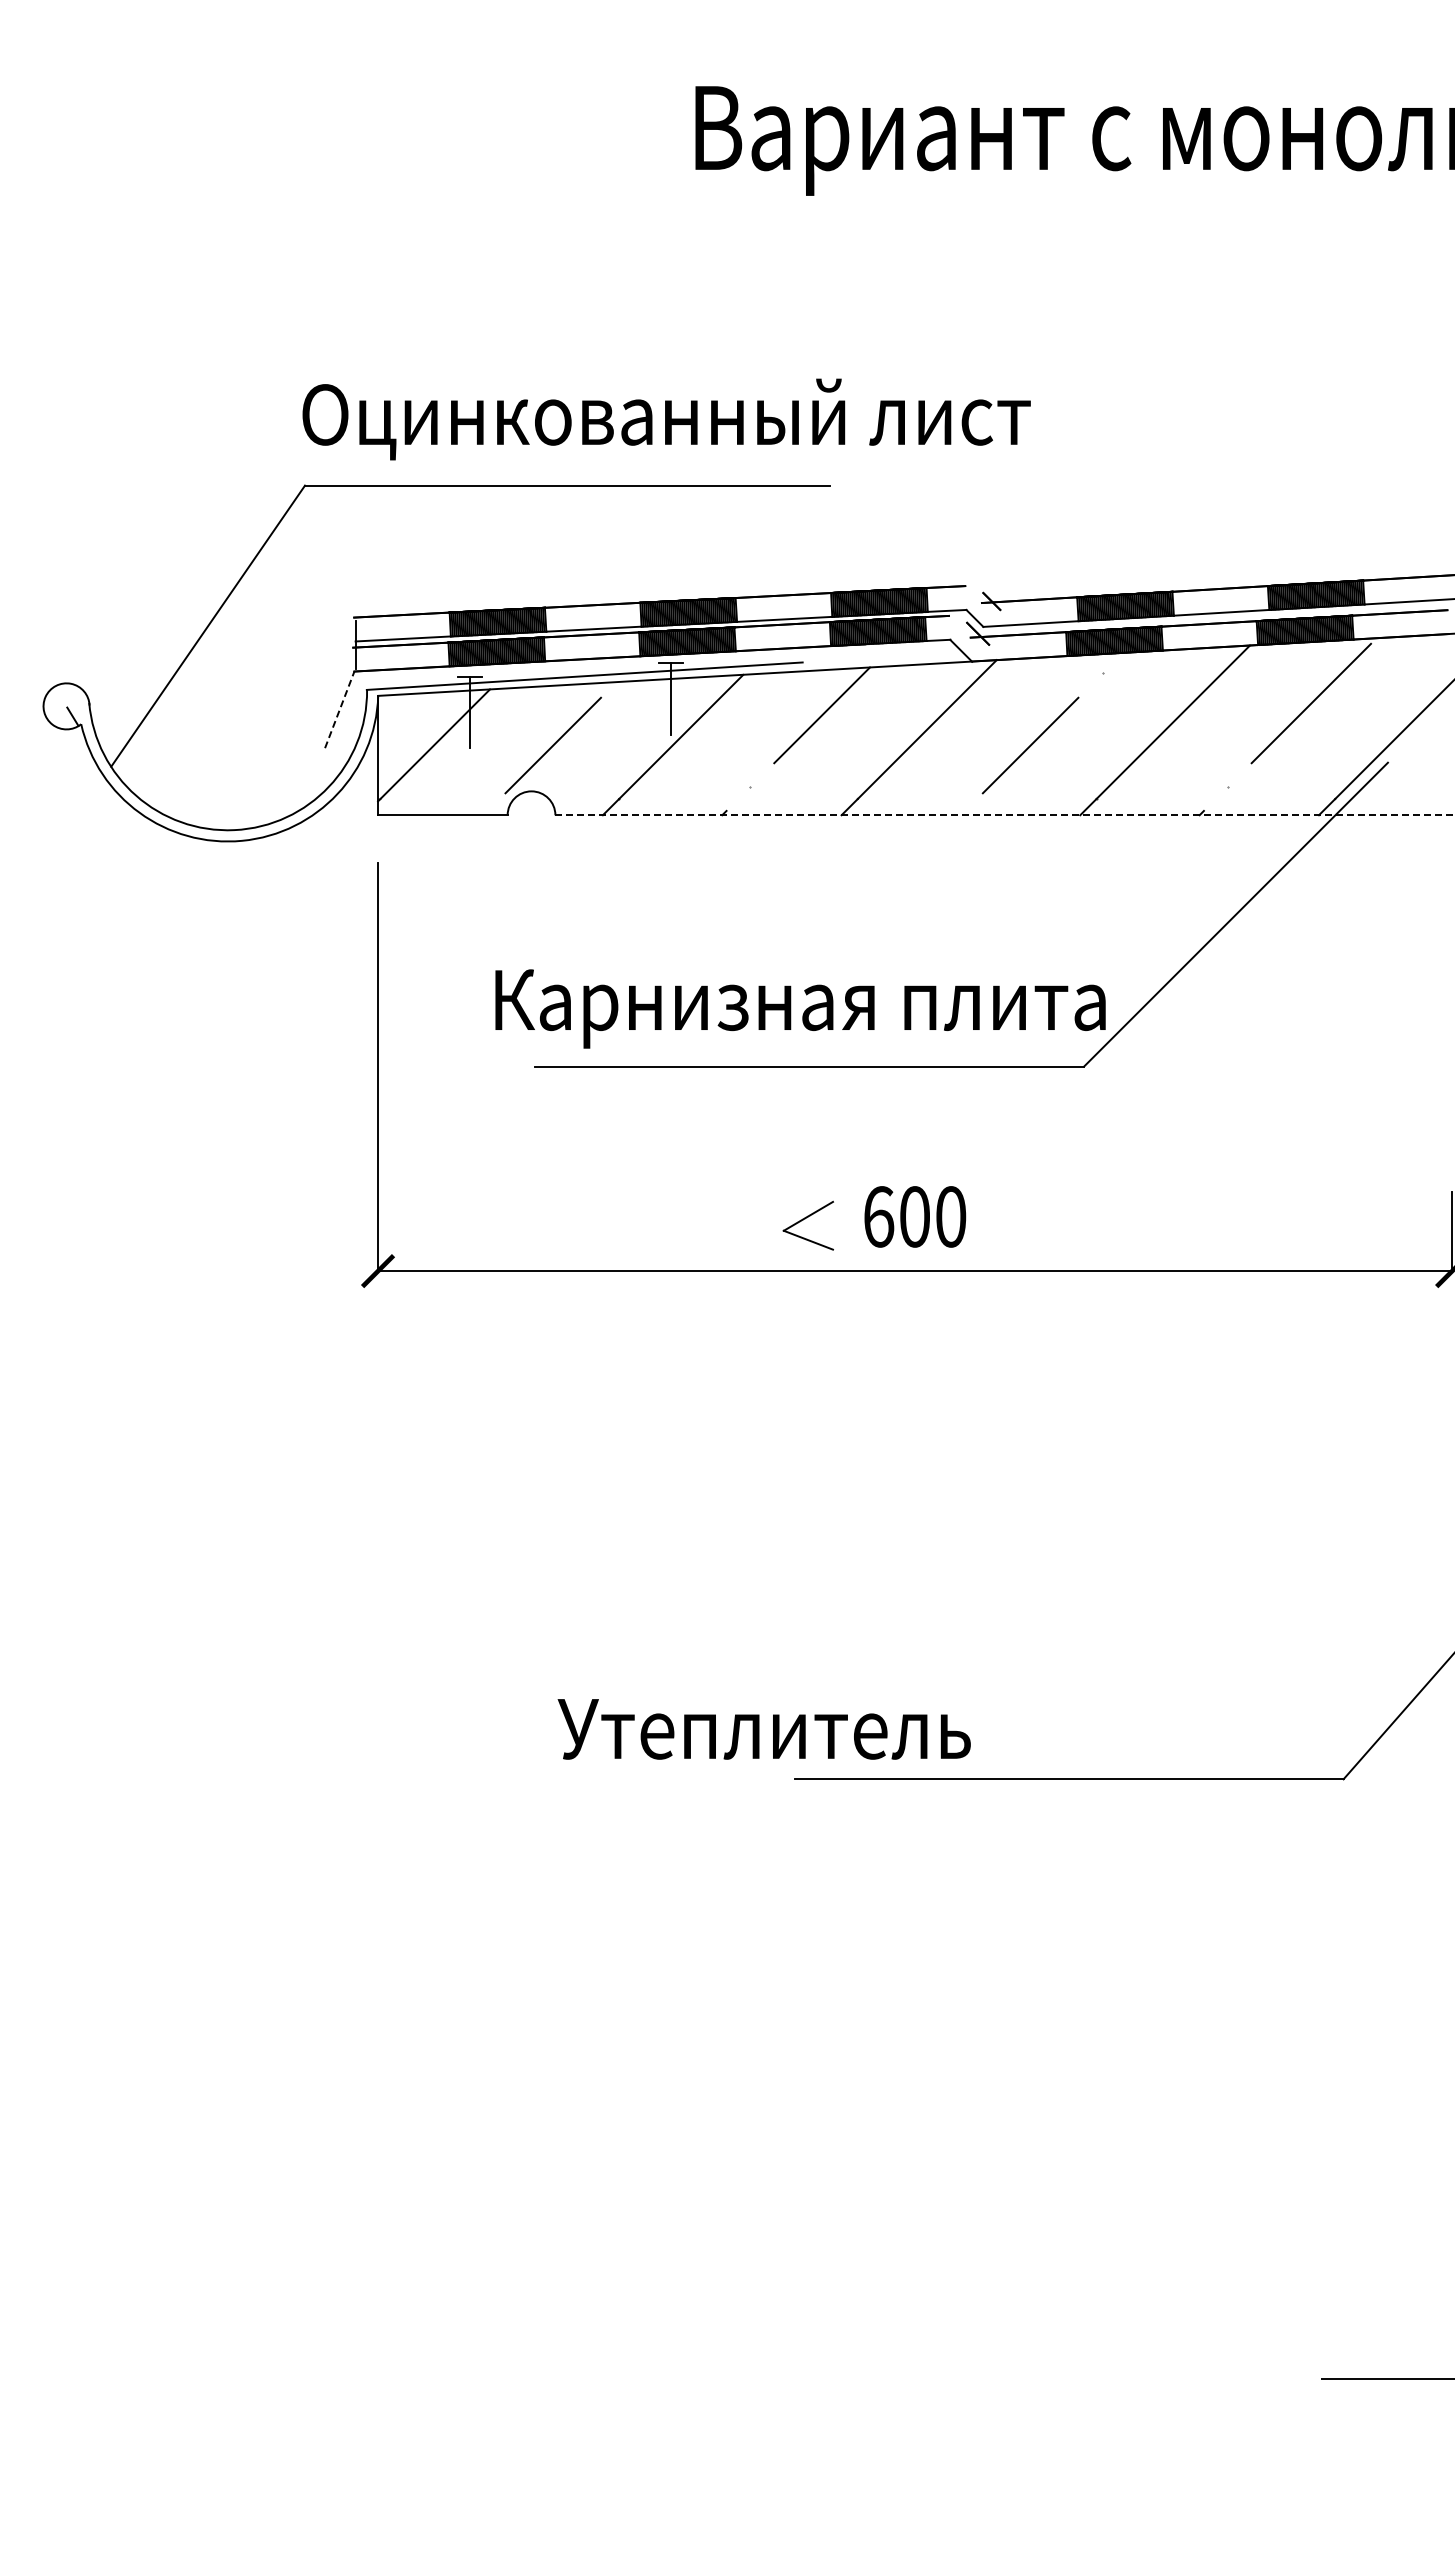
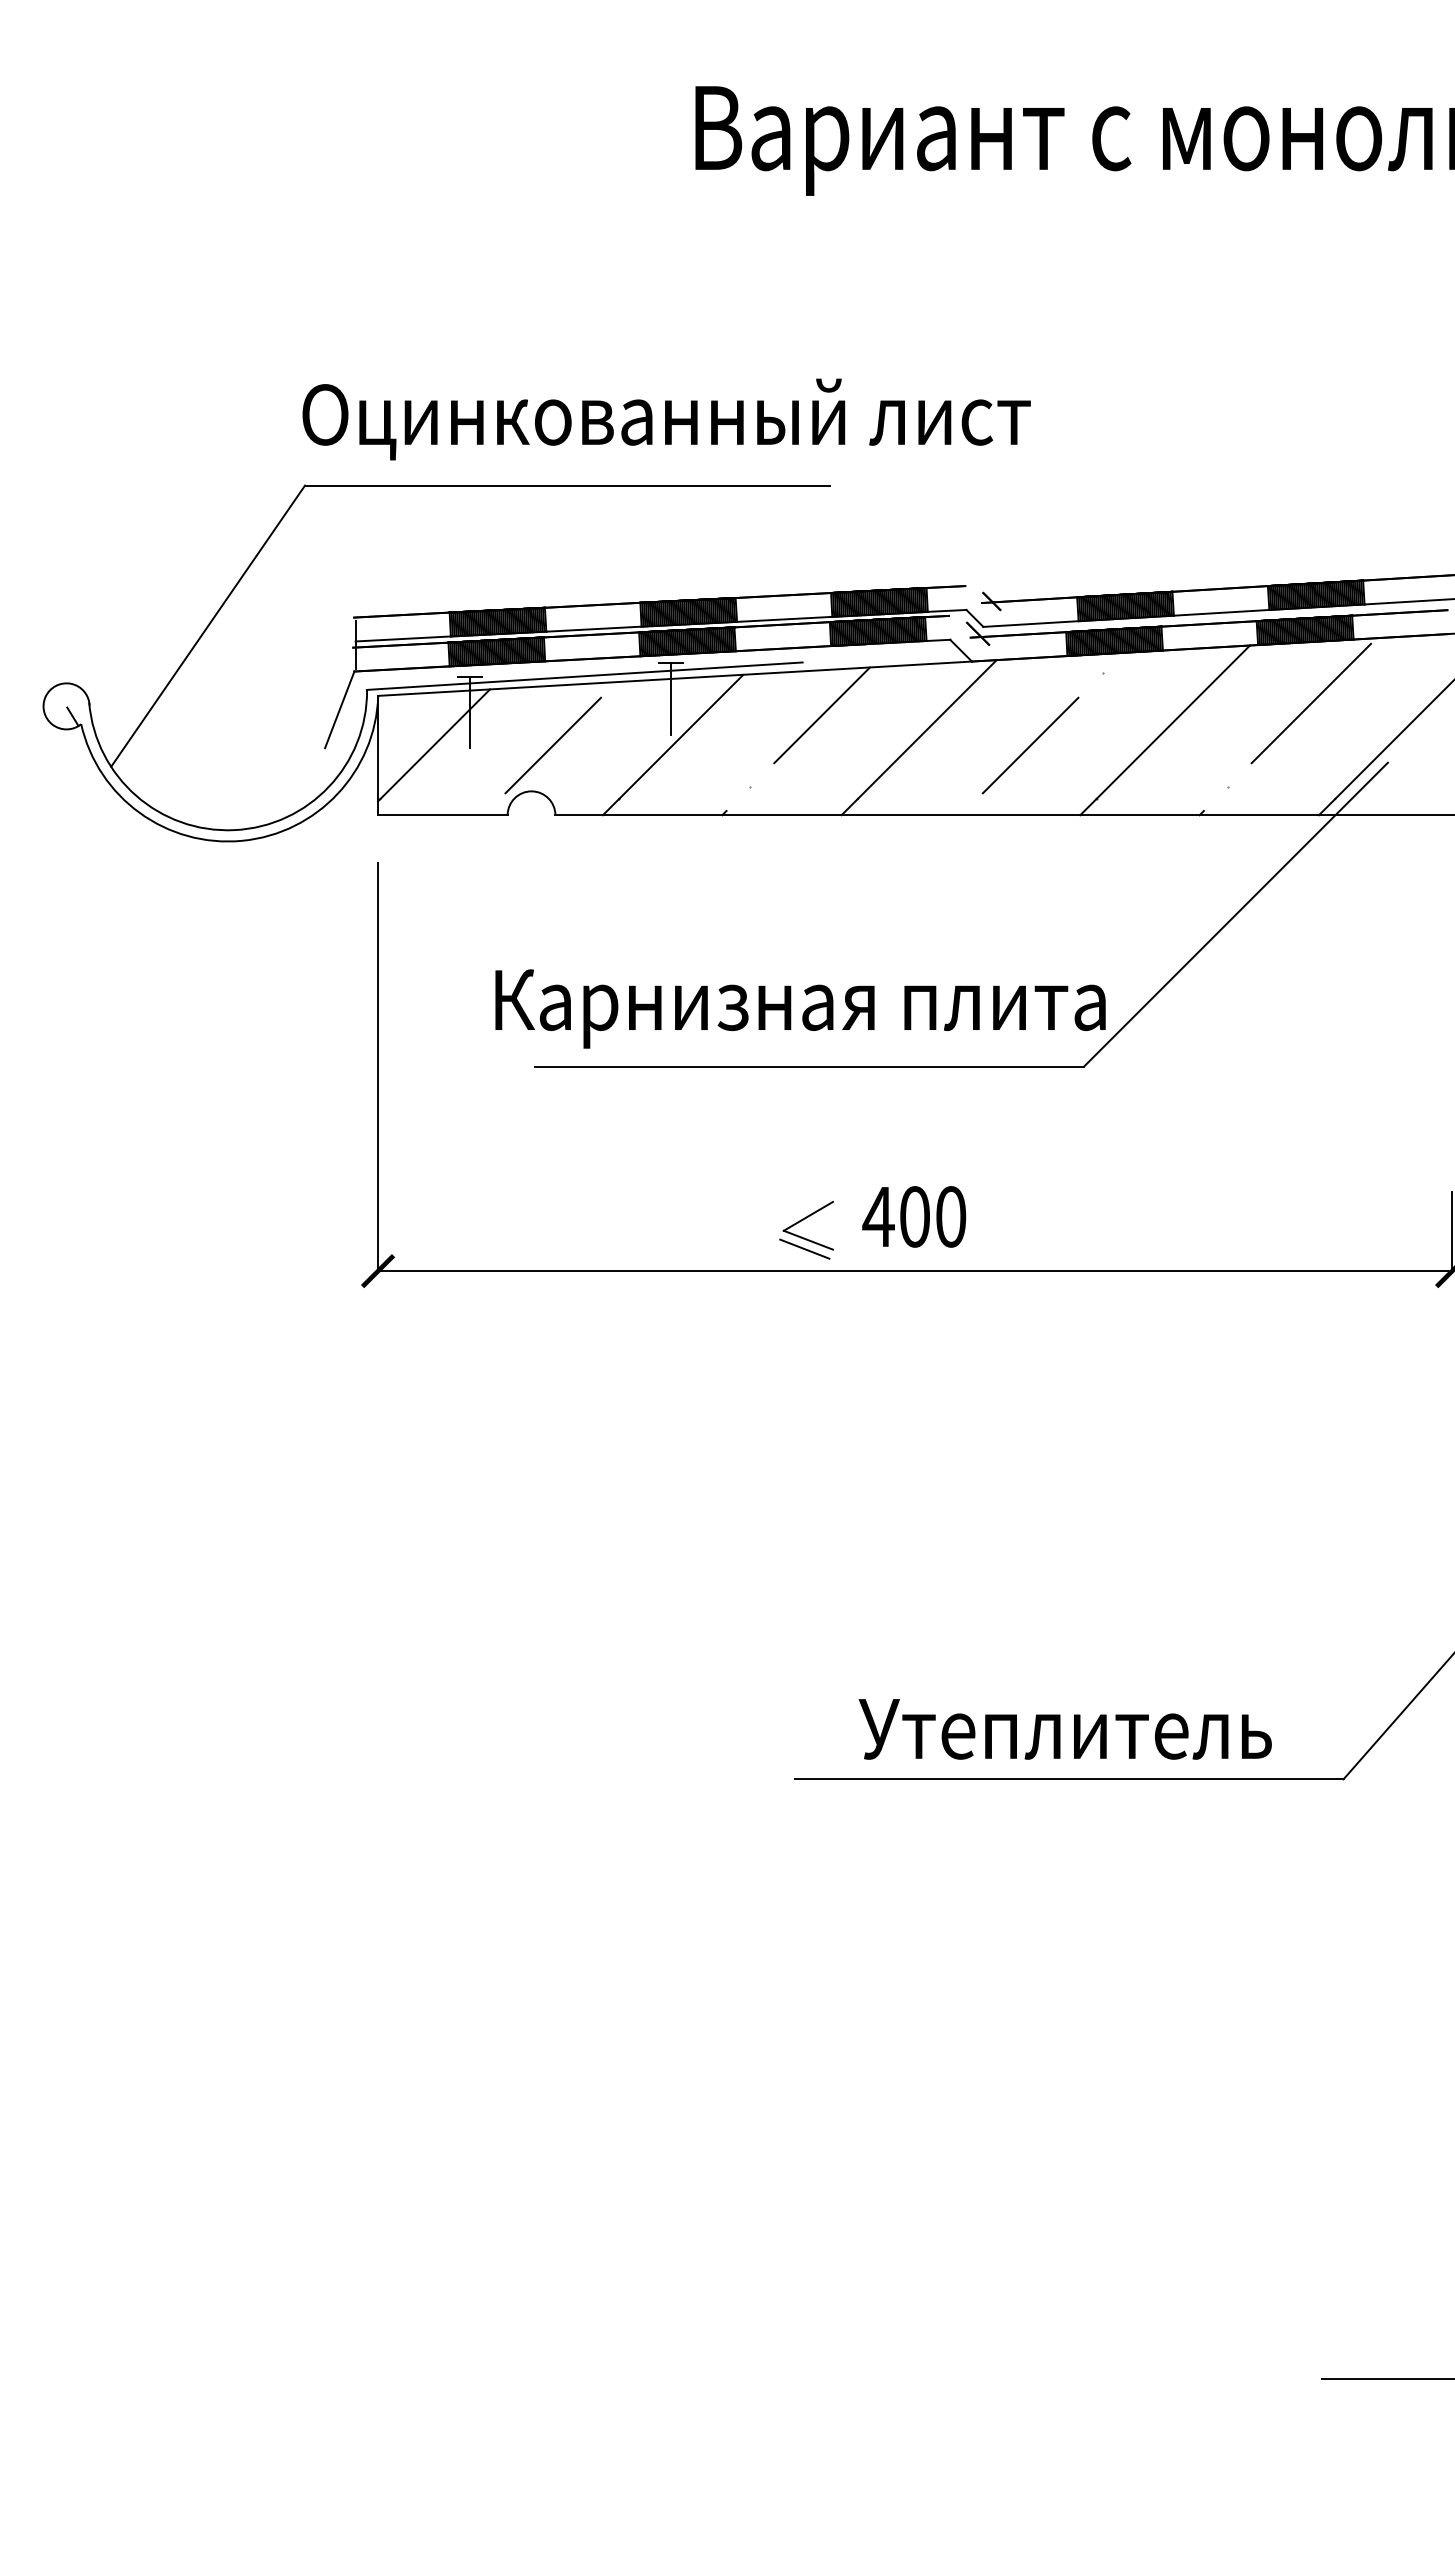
line at (339, 709): dashed -> solid
line at (1005, 815): dashed -> solid
text at (878, 1216): 600 -> 400
line at (804, 1248): none -> present
text at (763, 1729) position: (763, 1729) -> (1064, 1729)
